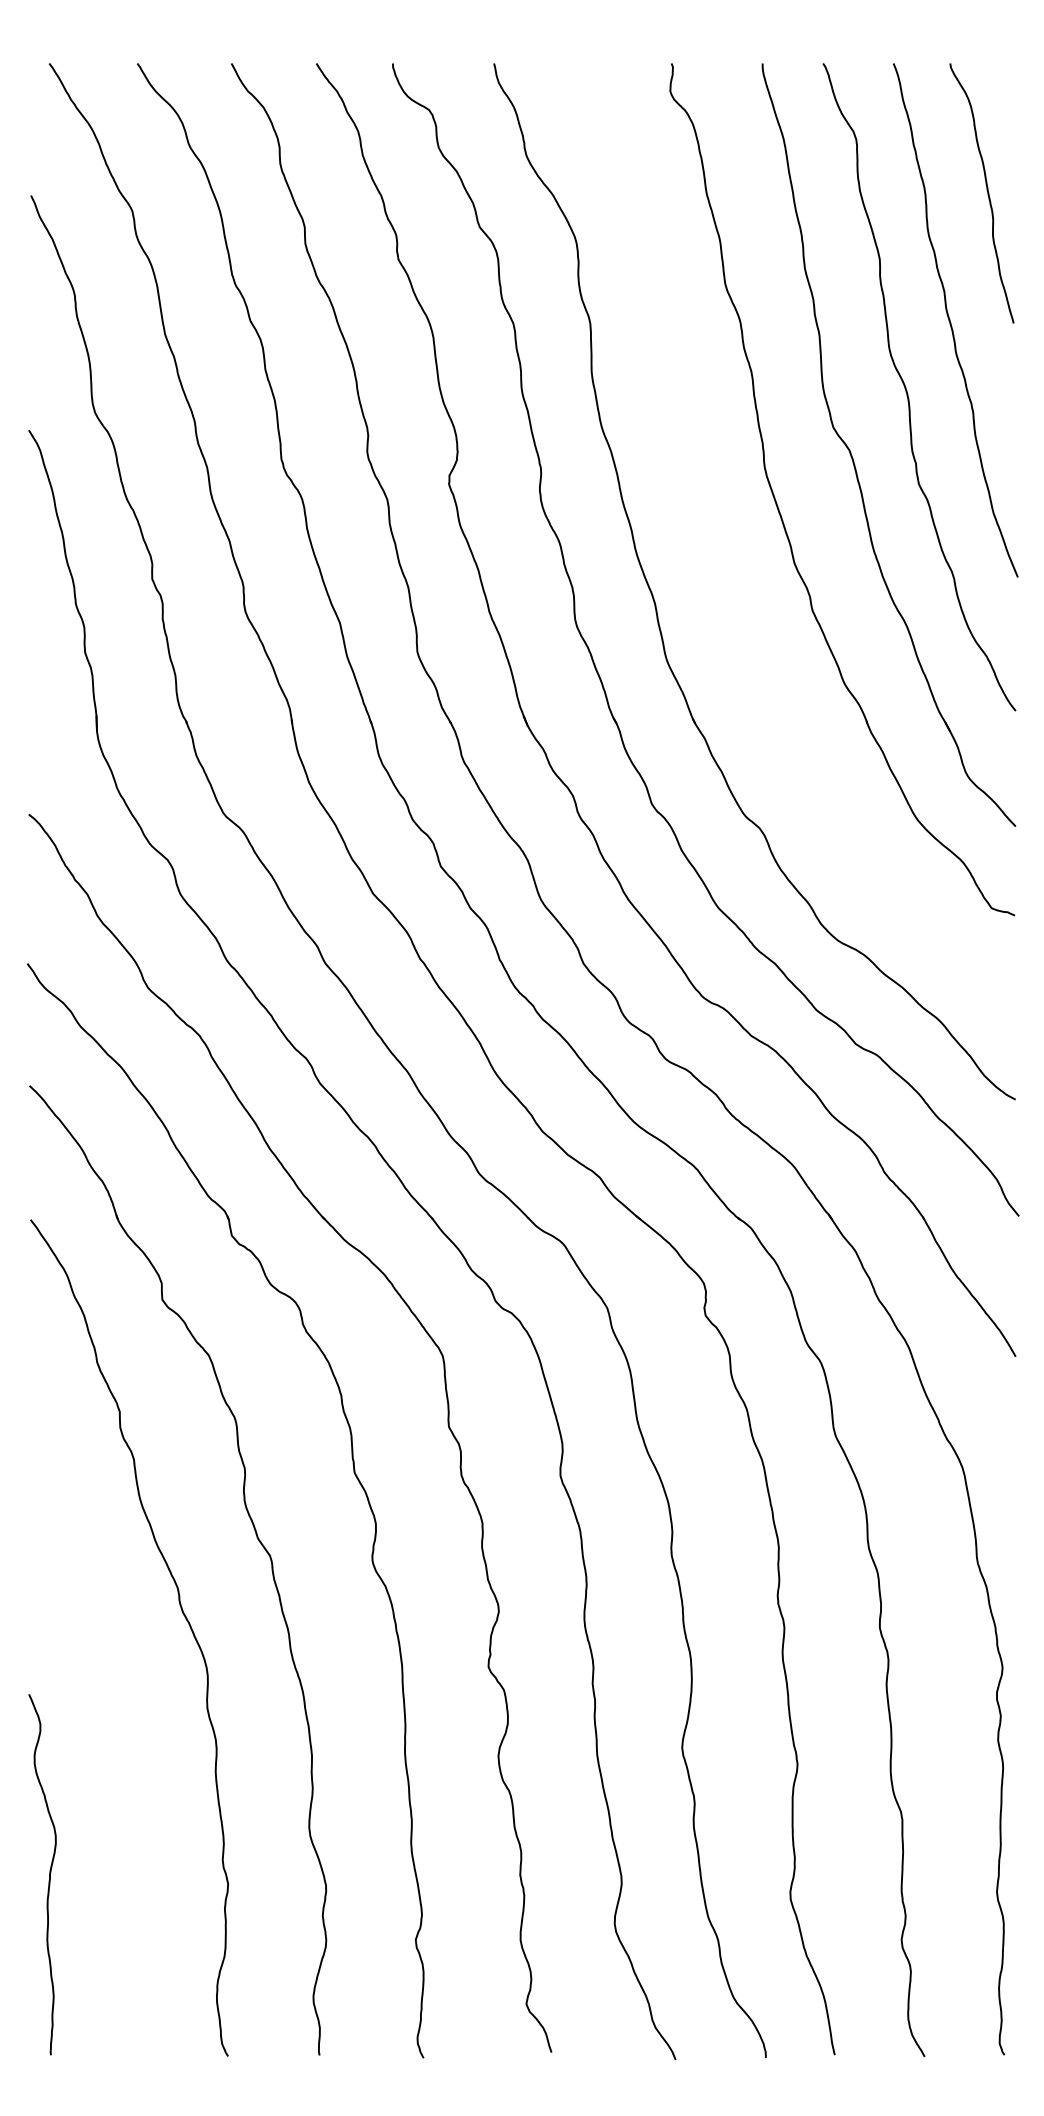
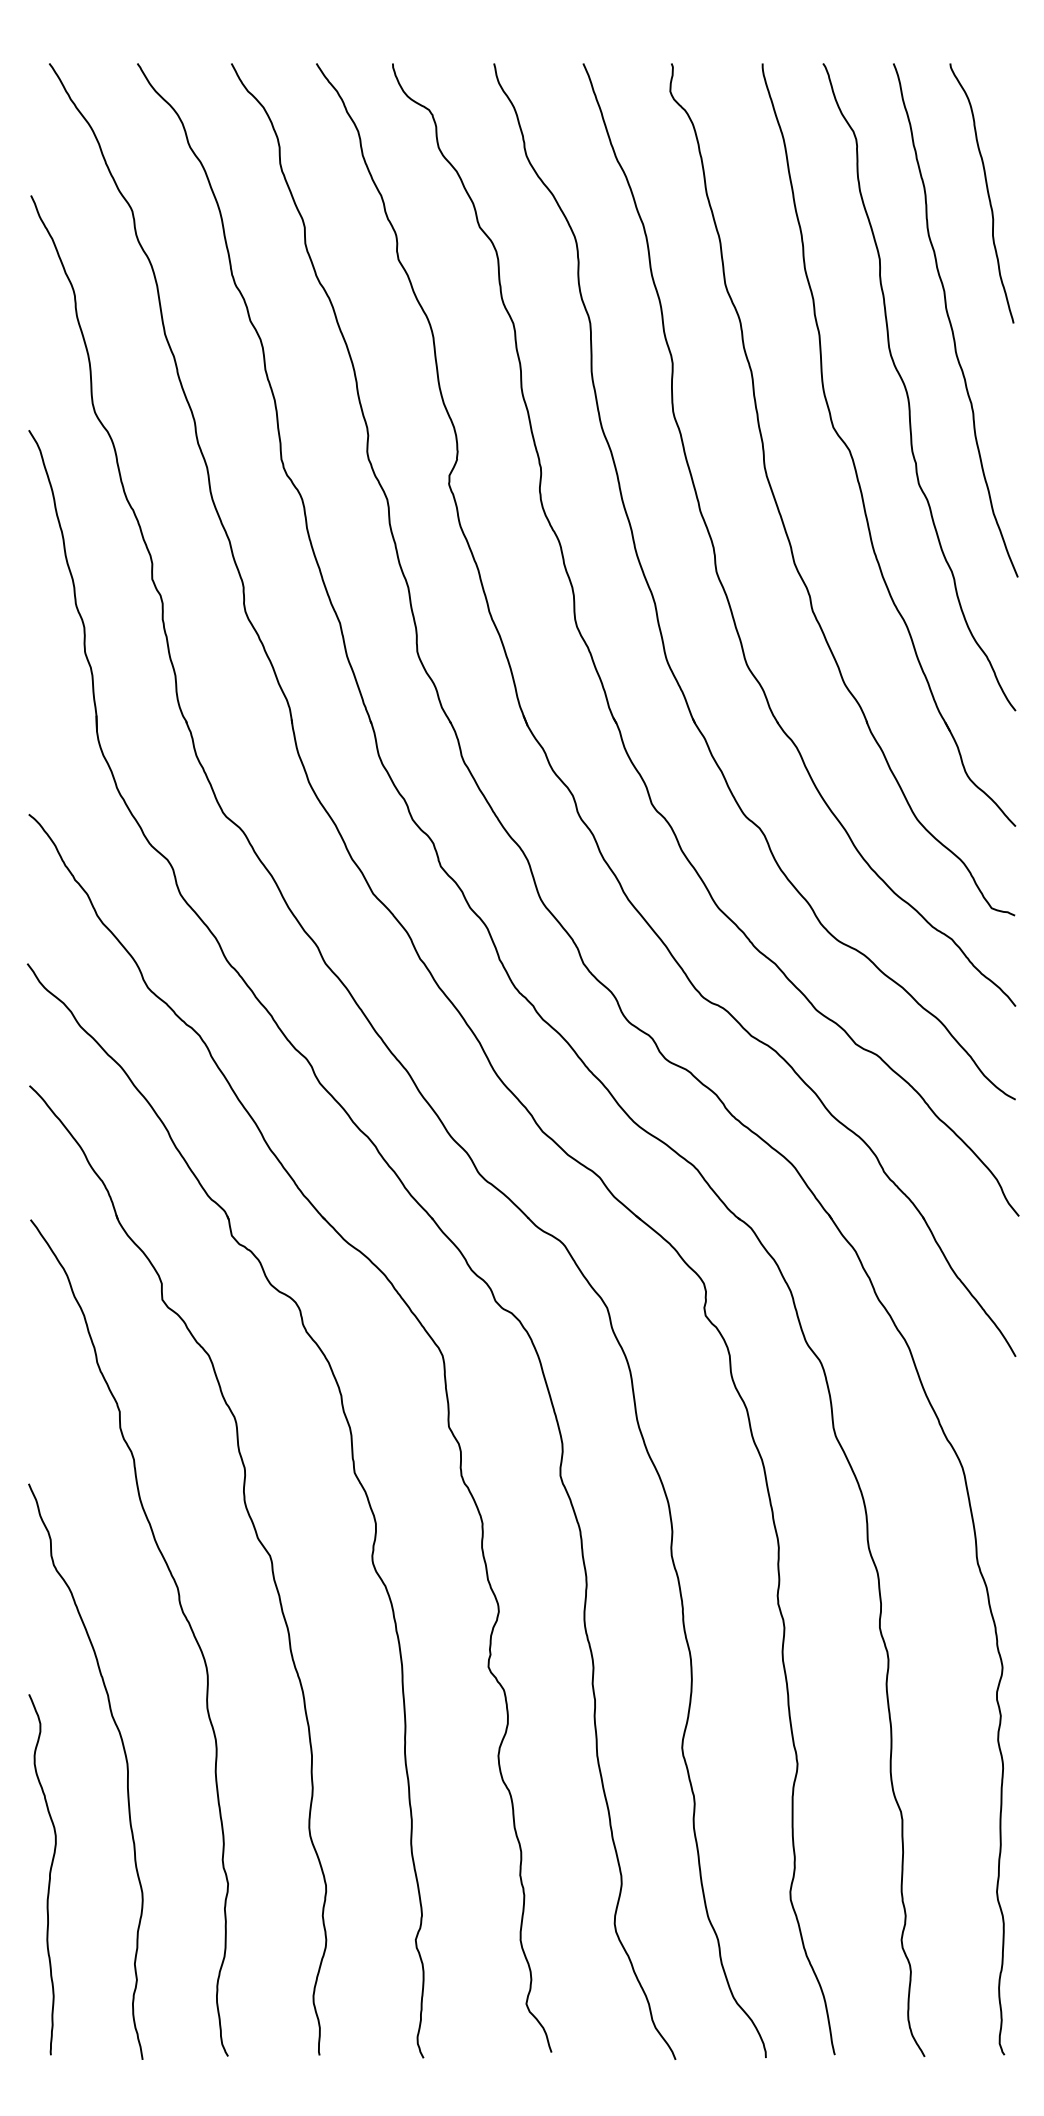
part at (715, 551): none -> present
curve at (126, 1768): none -> present
